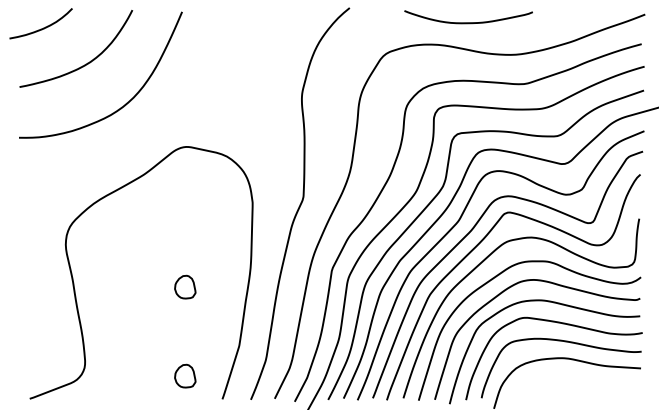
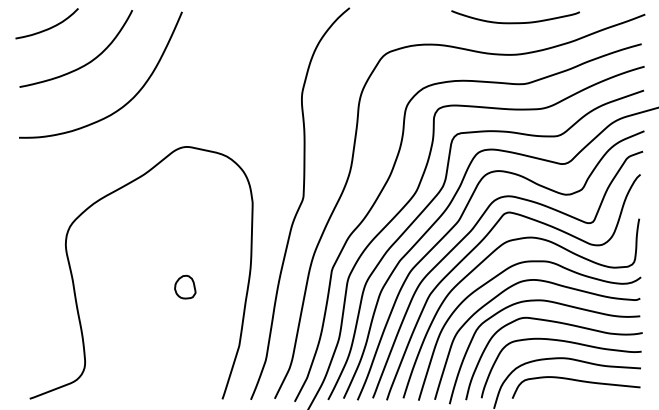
curve at (468, 22) position: (468, 22) -> (515, 22)
curve at (43, 27) position: (43, 27) -> (49, 27)
part at (185, 375): present -> none
curve at (575, 381): none -> present
